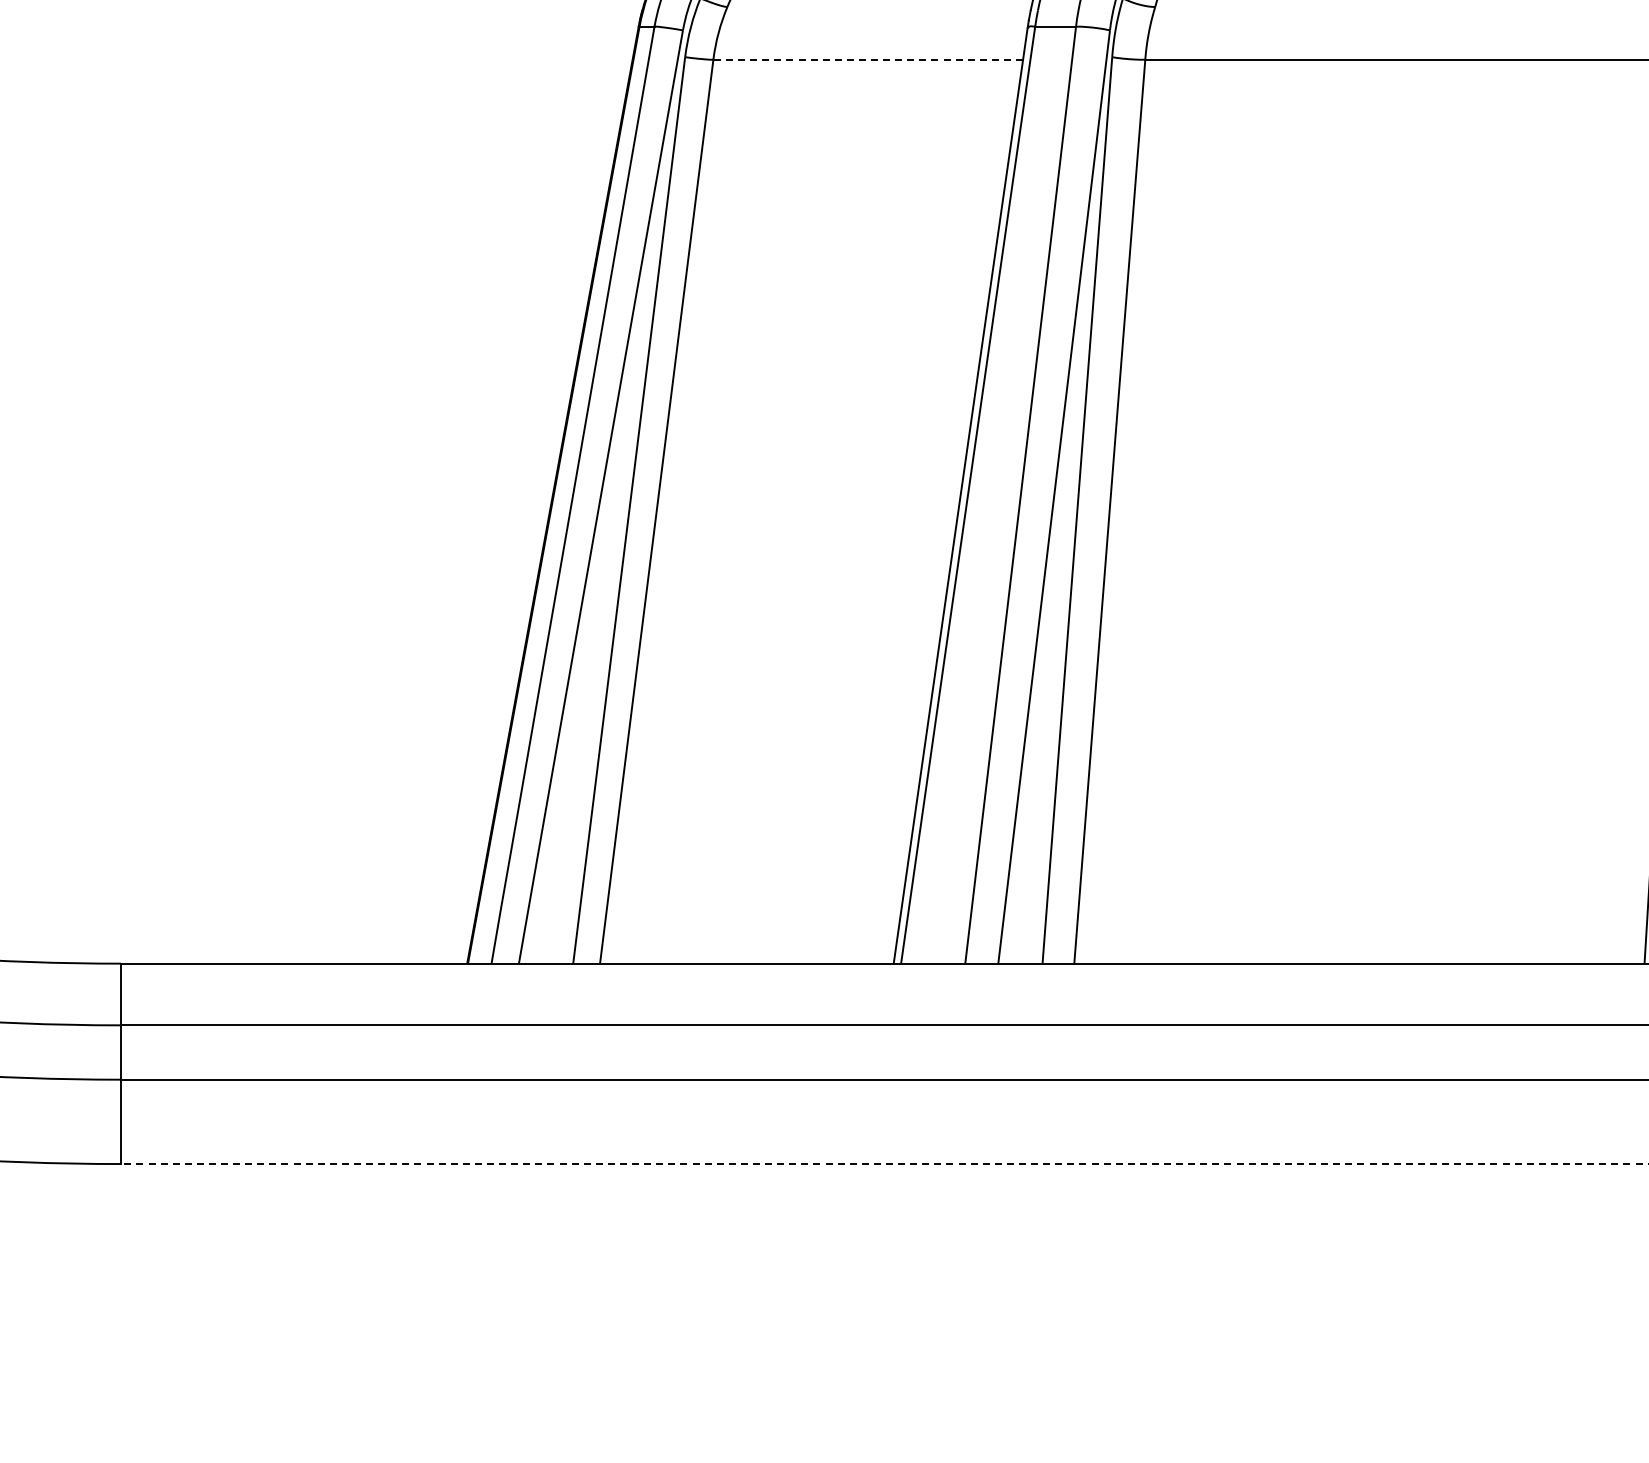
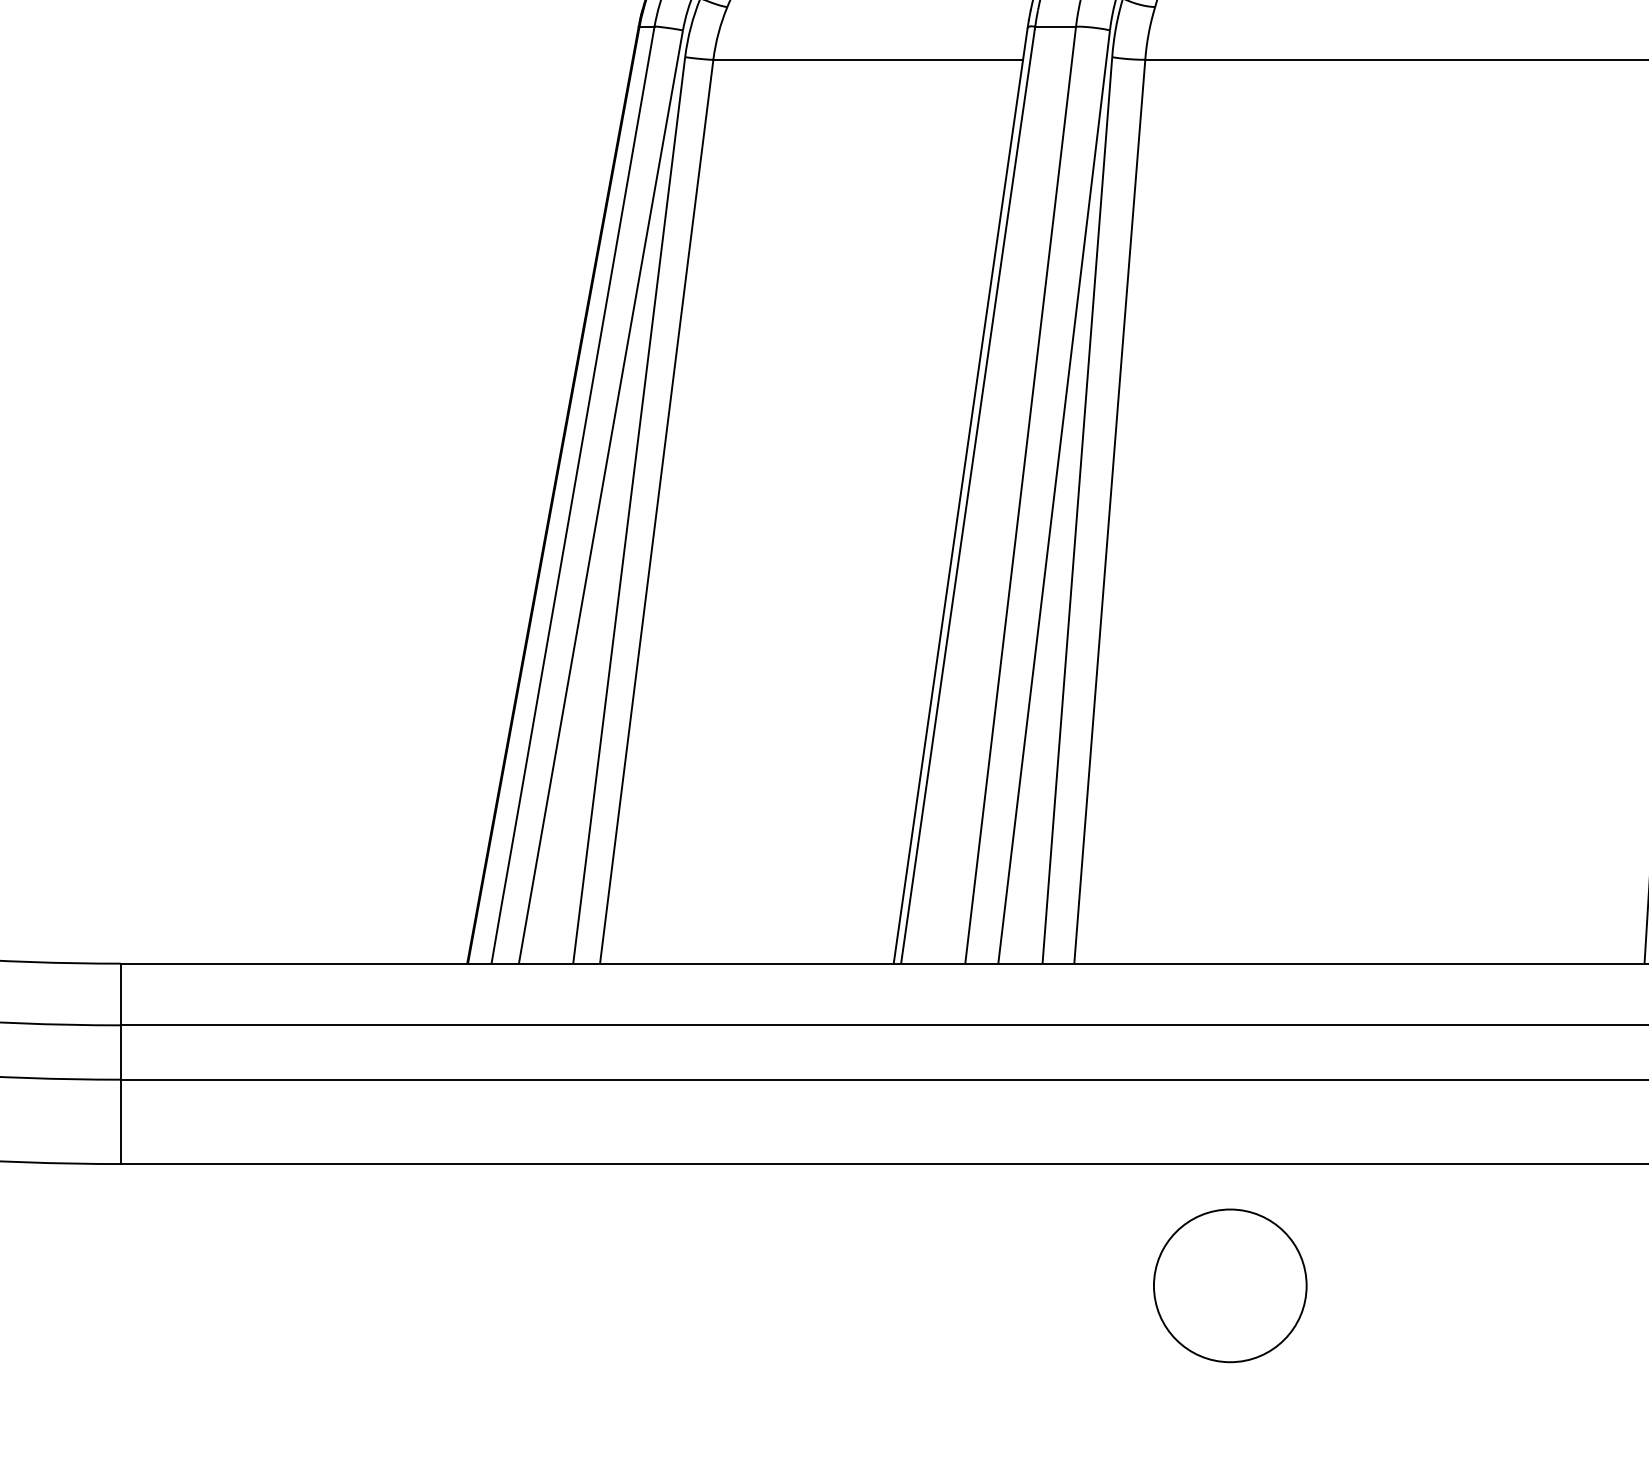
line at (868, 59): dashed -> solid
line at (884, 1164): dashed -> solid
circle at (1230, 1285): none -> present
